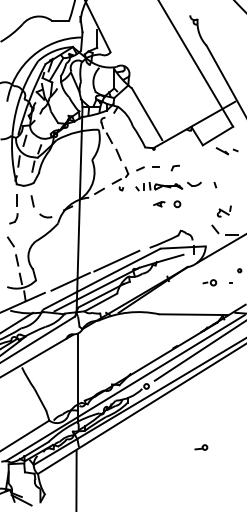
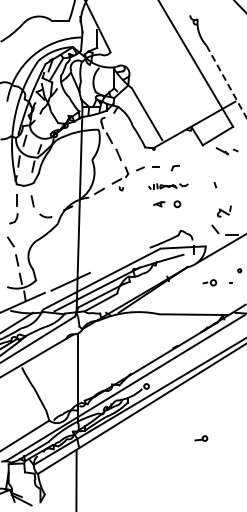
line at (226, 82): solid -> dashed
part at (168, 186) size: 67x11 px -> 41x7 px
line at (116, 260): present -> none
line at (198, 351): present -> none
part at (201, 447) position: (201, 447) -> (201, 438)
